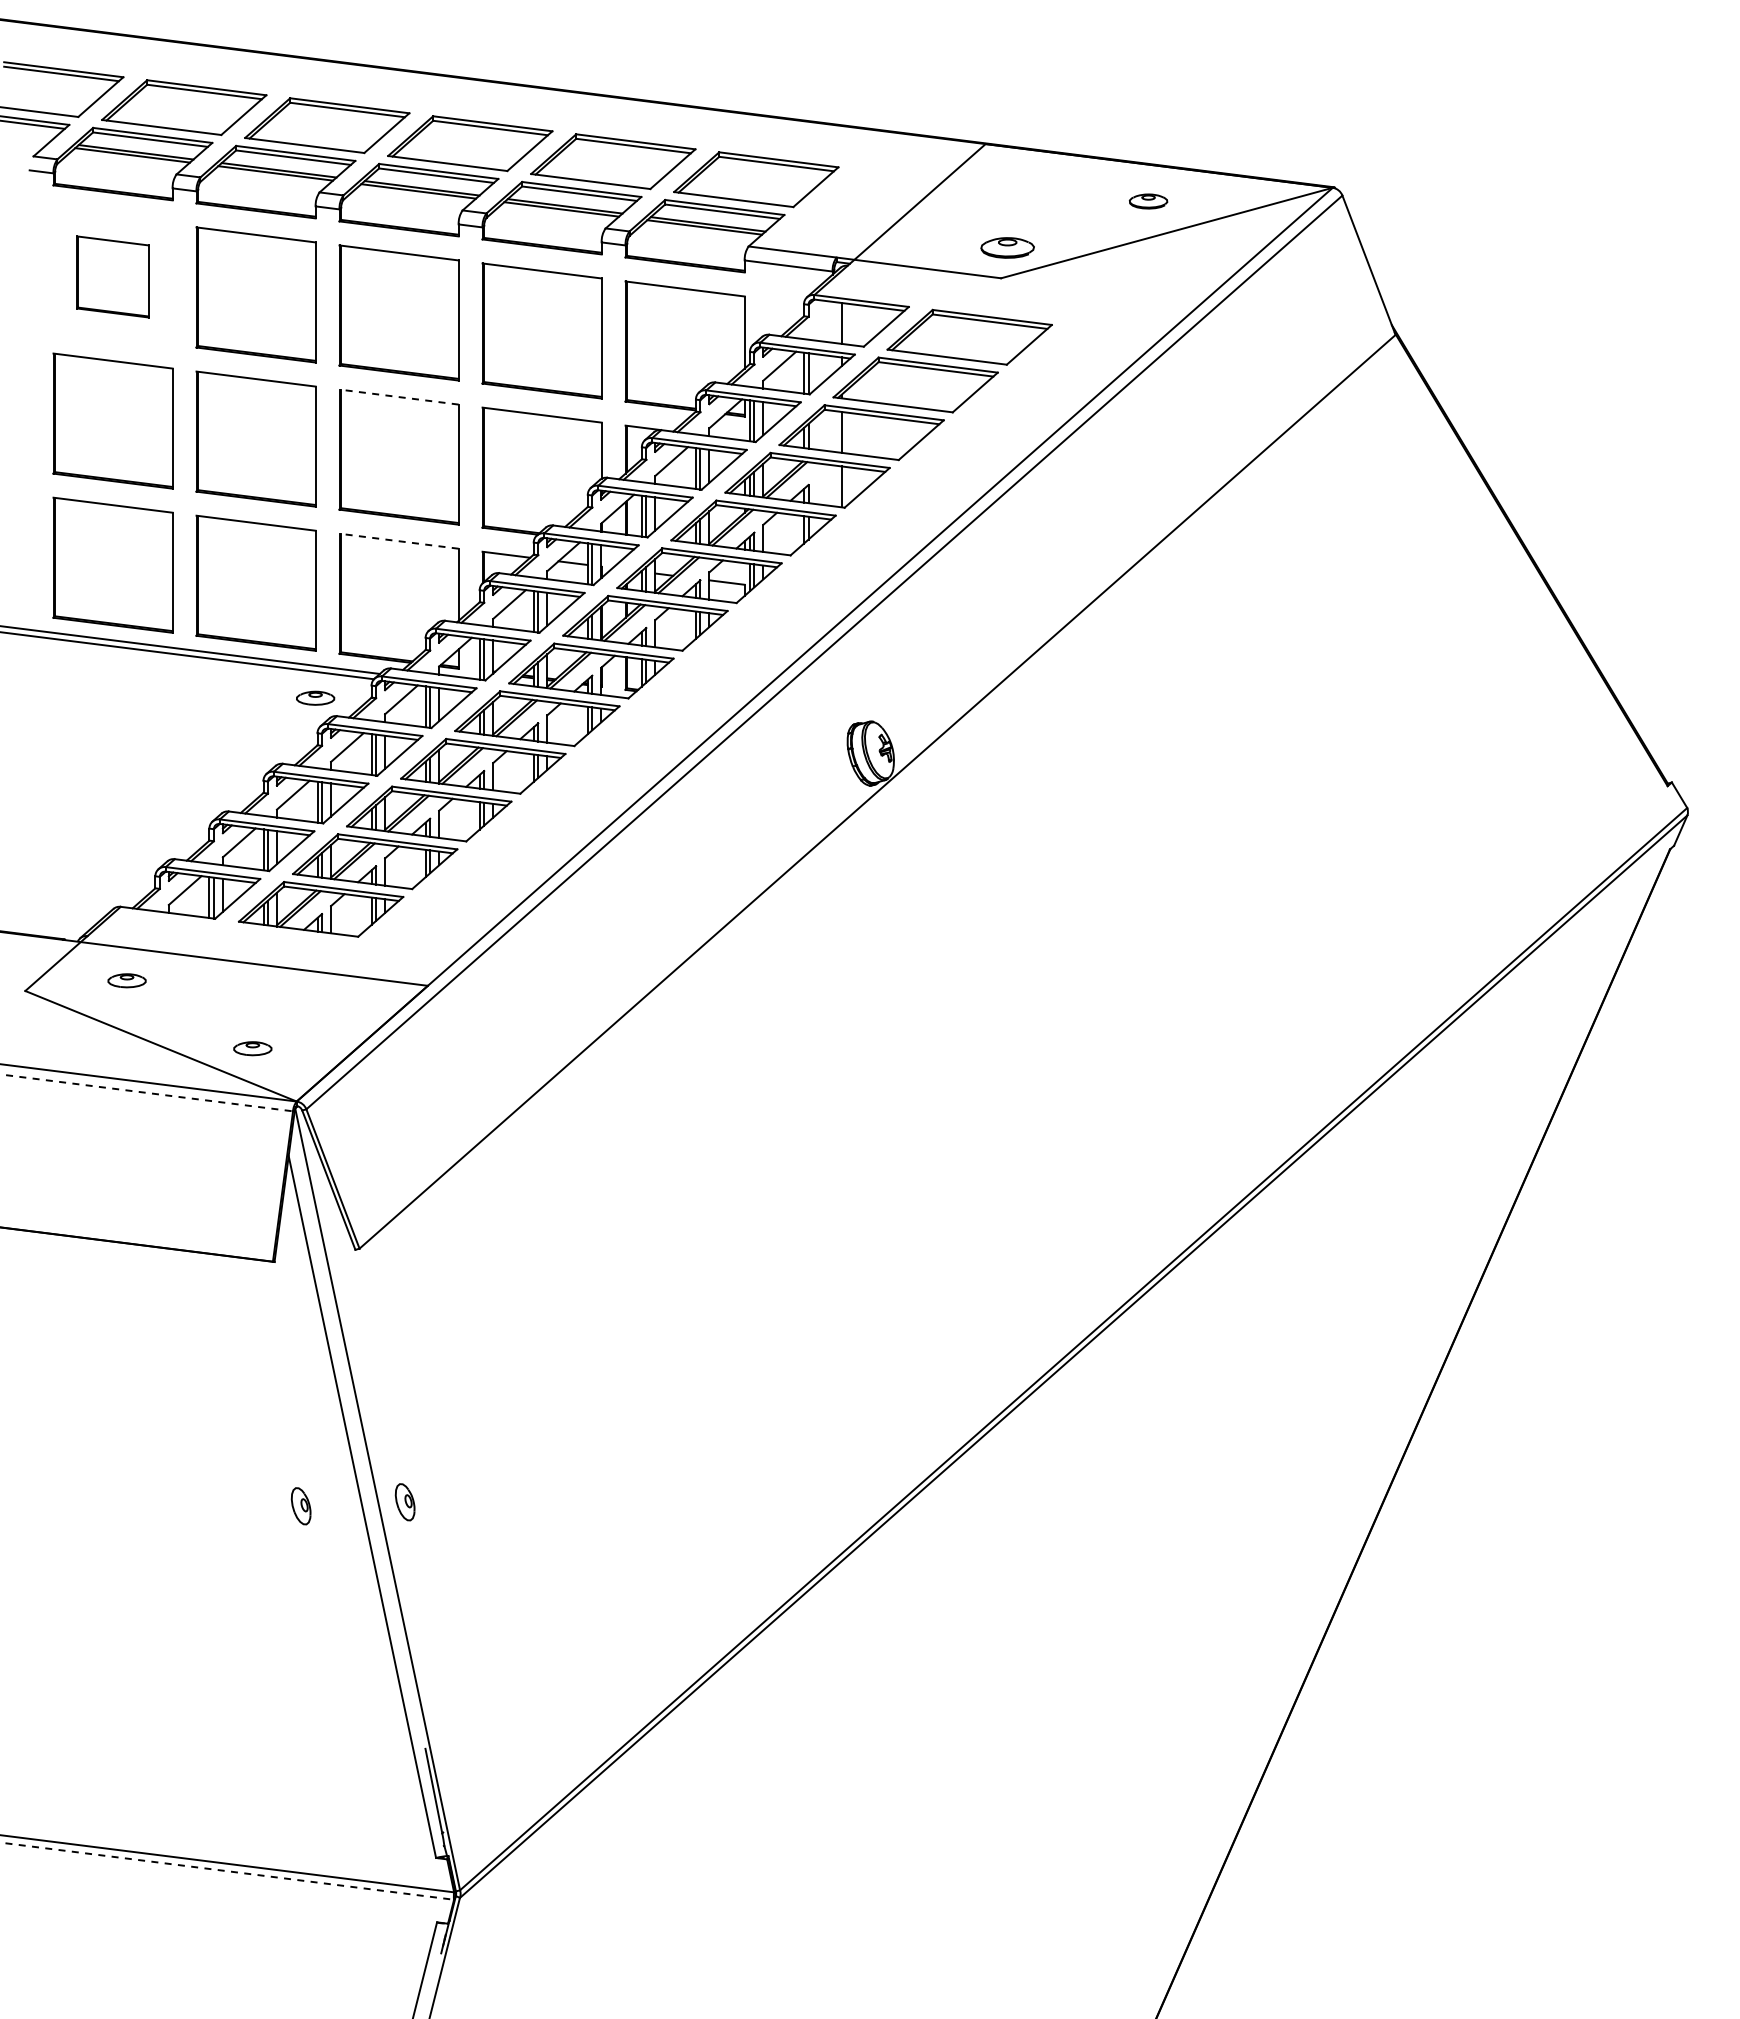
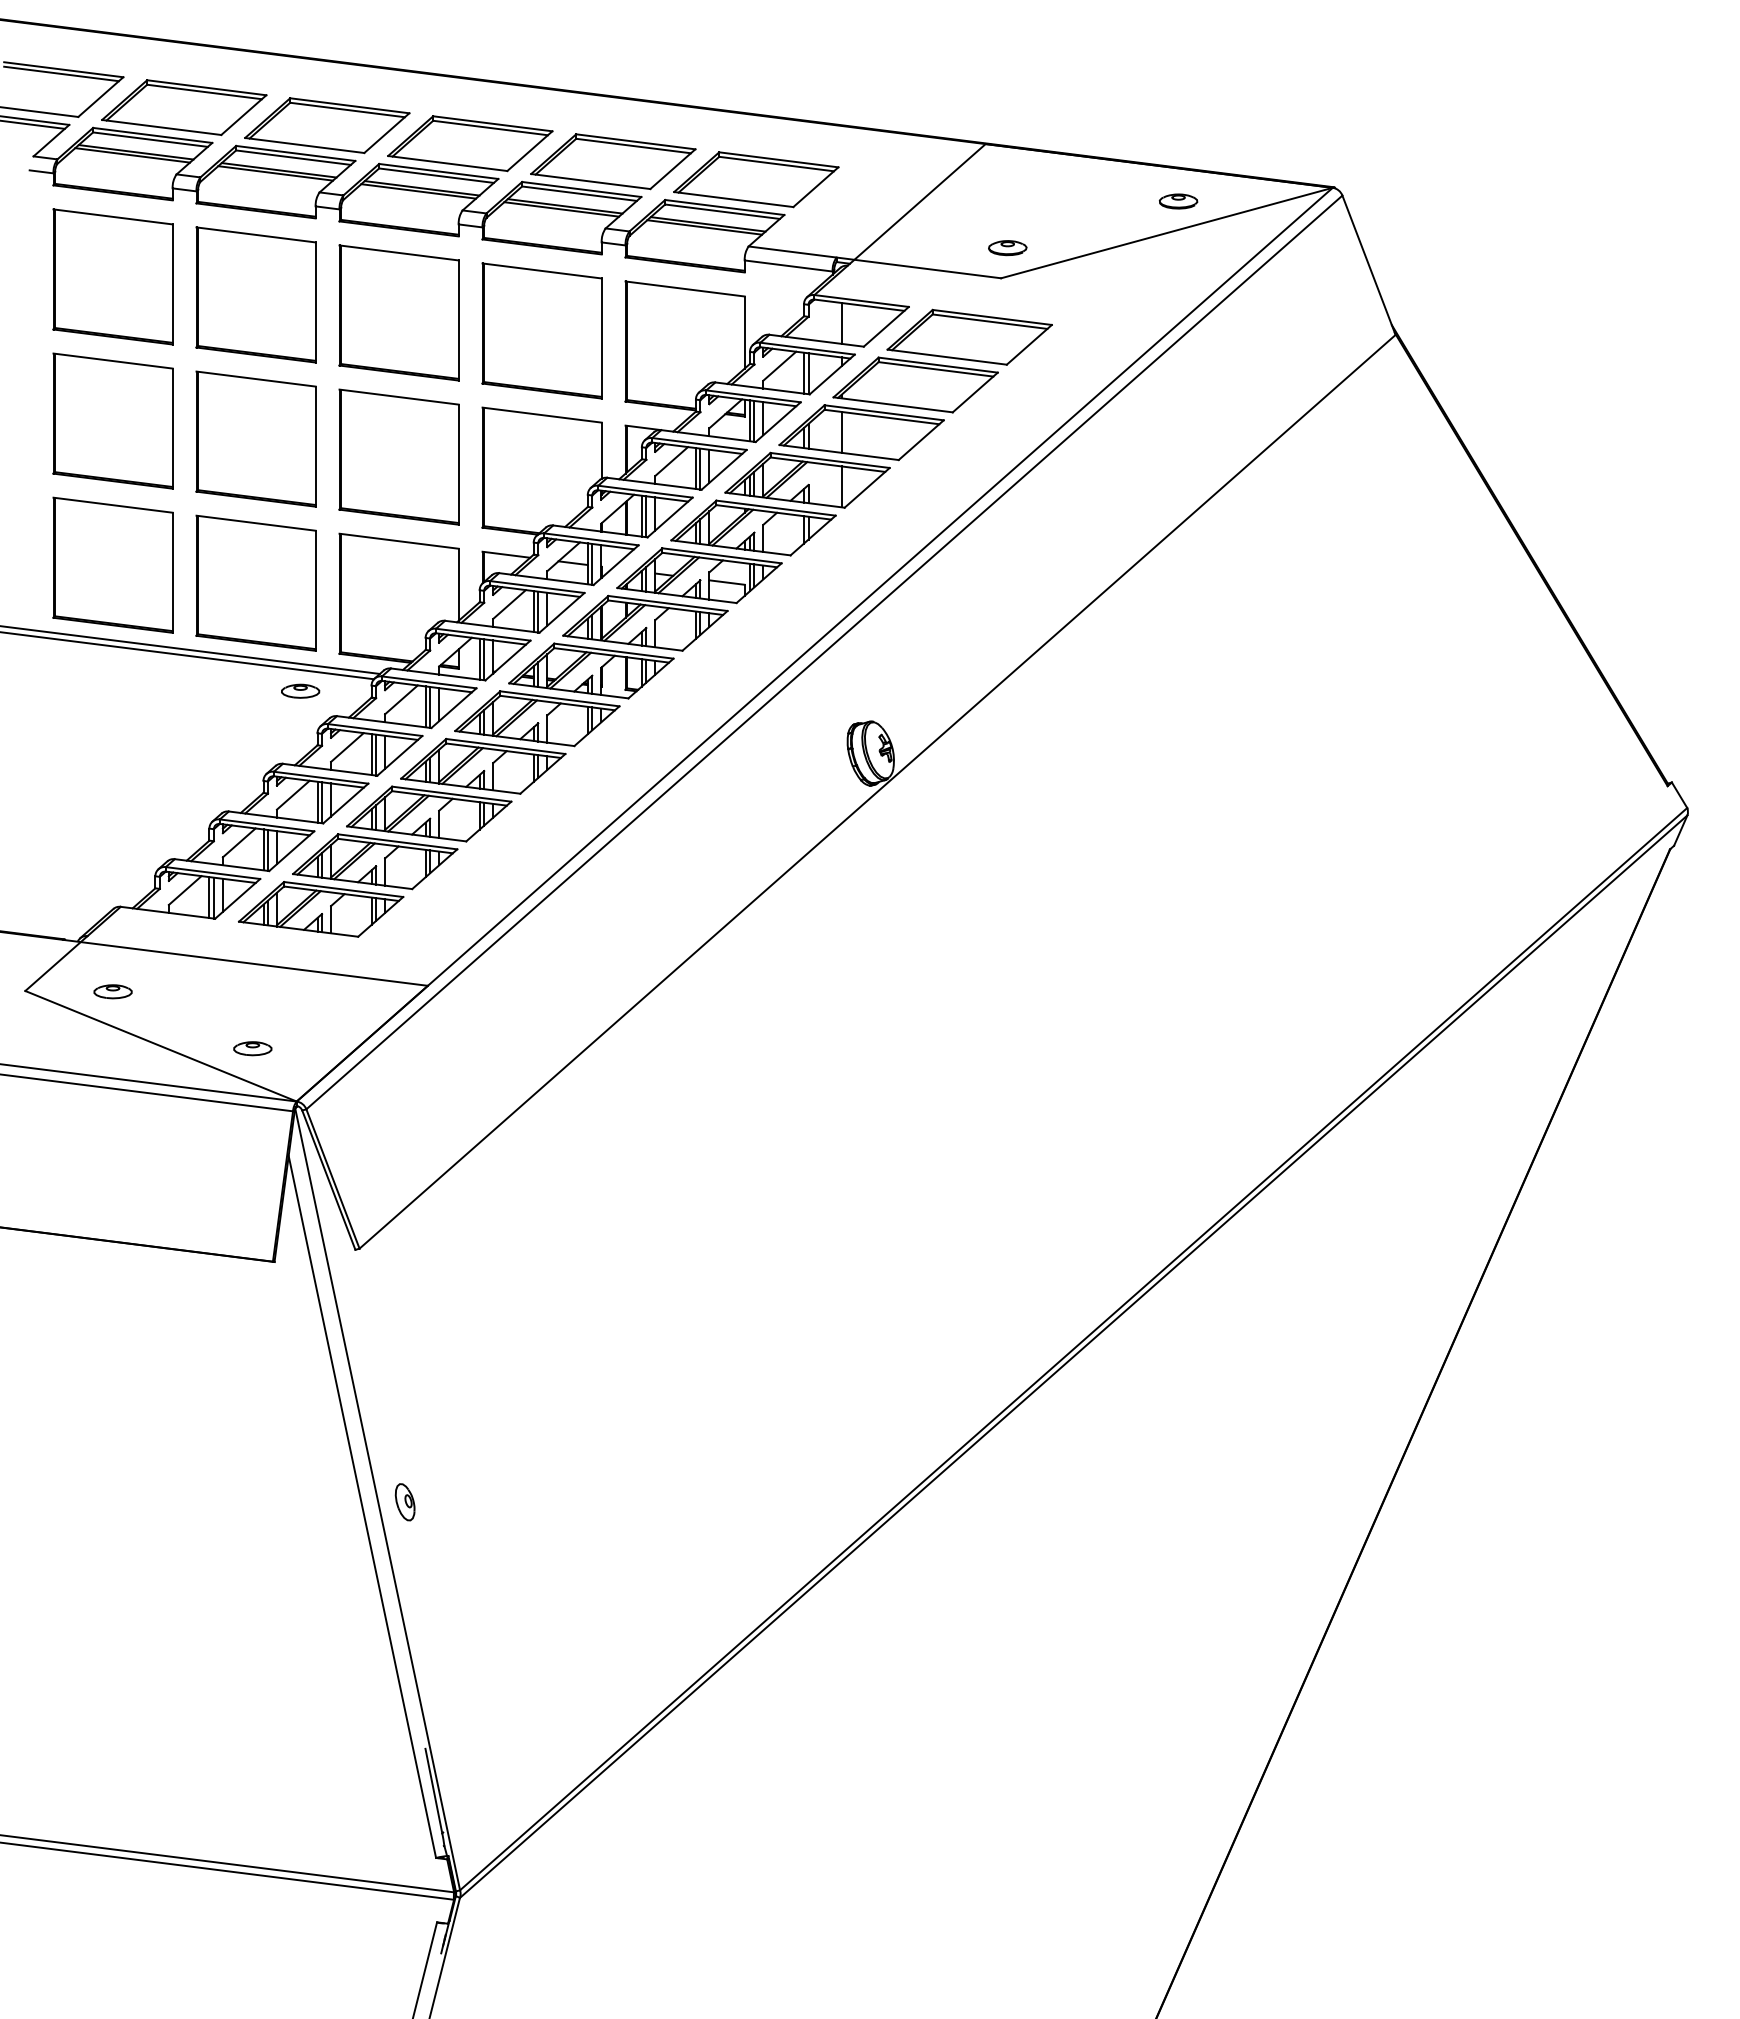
part at (1148, 201) position: (1148, 201) -> (1178, 201)
part at (1007, 247) size: 55x22 px -> 40x17 px
part at (112, 276) size: 74x84 px -> 122x138 px
line at (398, 397): dashed -> solid
line at (398, 541): dashed -> solid
part at (315, 697) position: (315, 697) -> (300, 690)
part at (126, 980) position: (126, 980) -> (112, 991)
line at (147, 1092): dashed -> solid
part at (300, 1506): present -> none
line at (227, 1871): dashed -> solid
